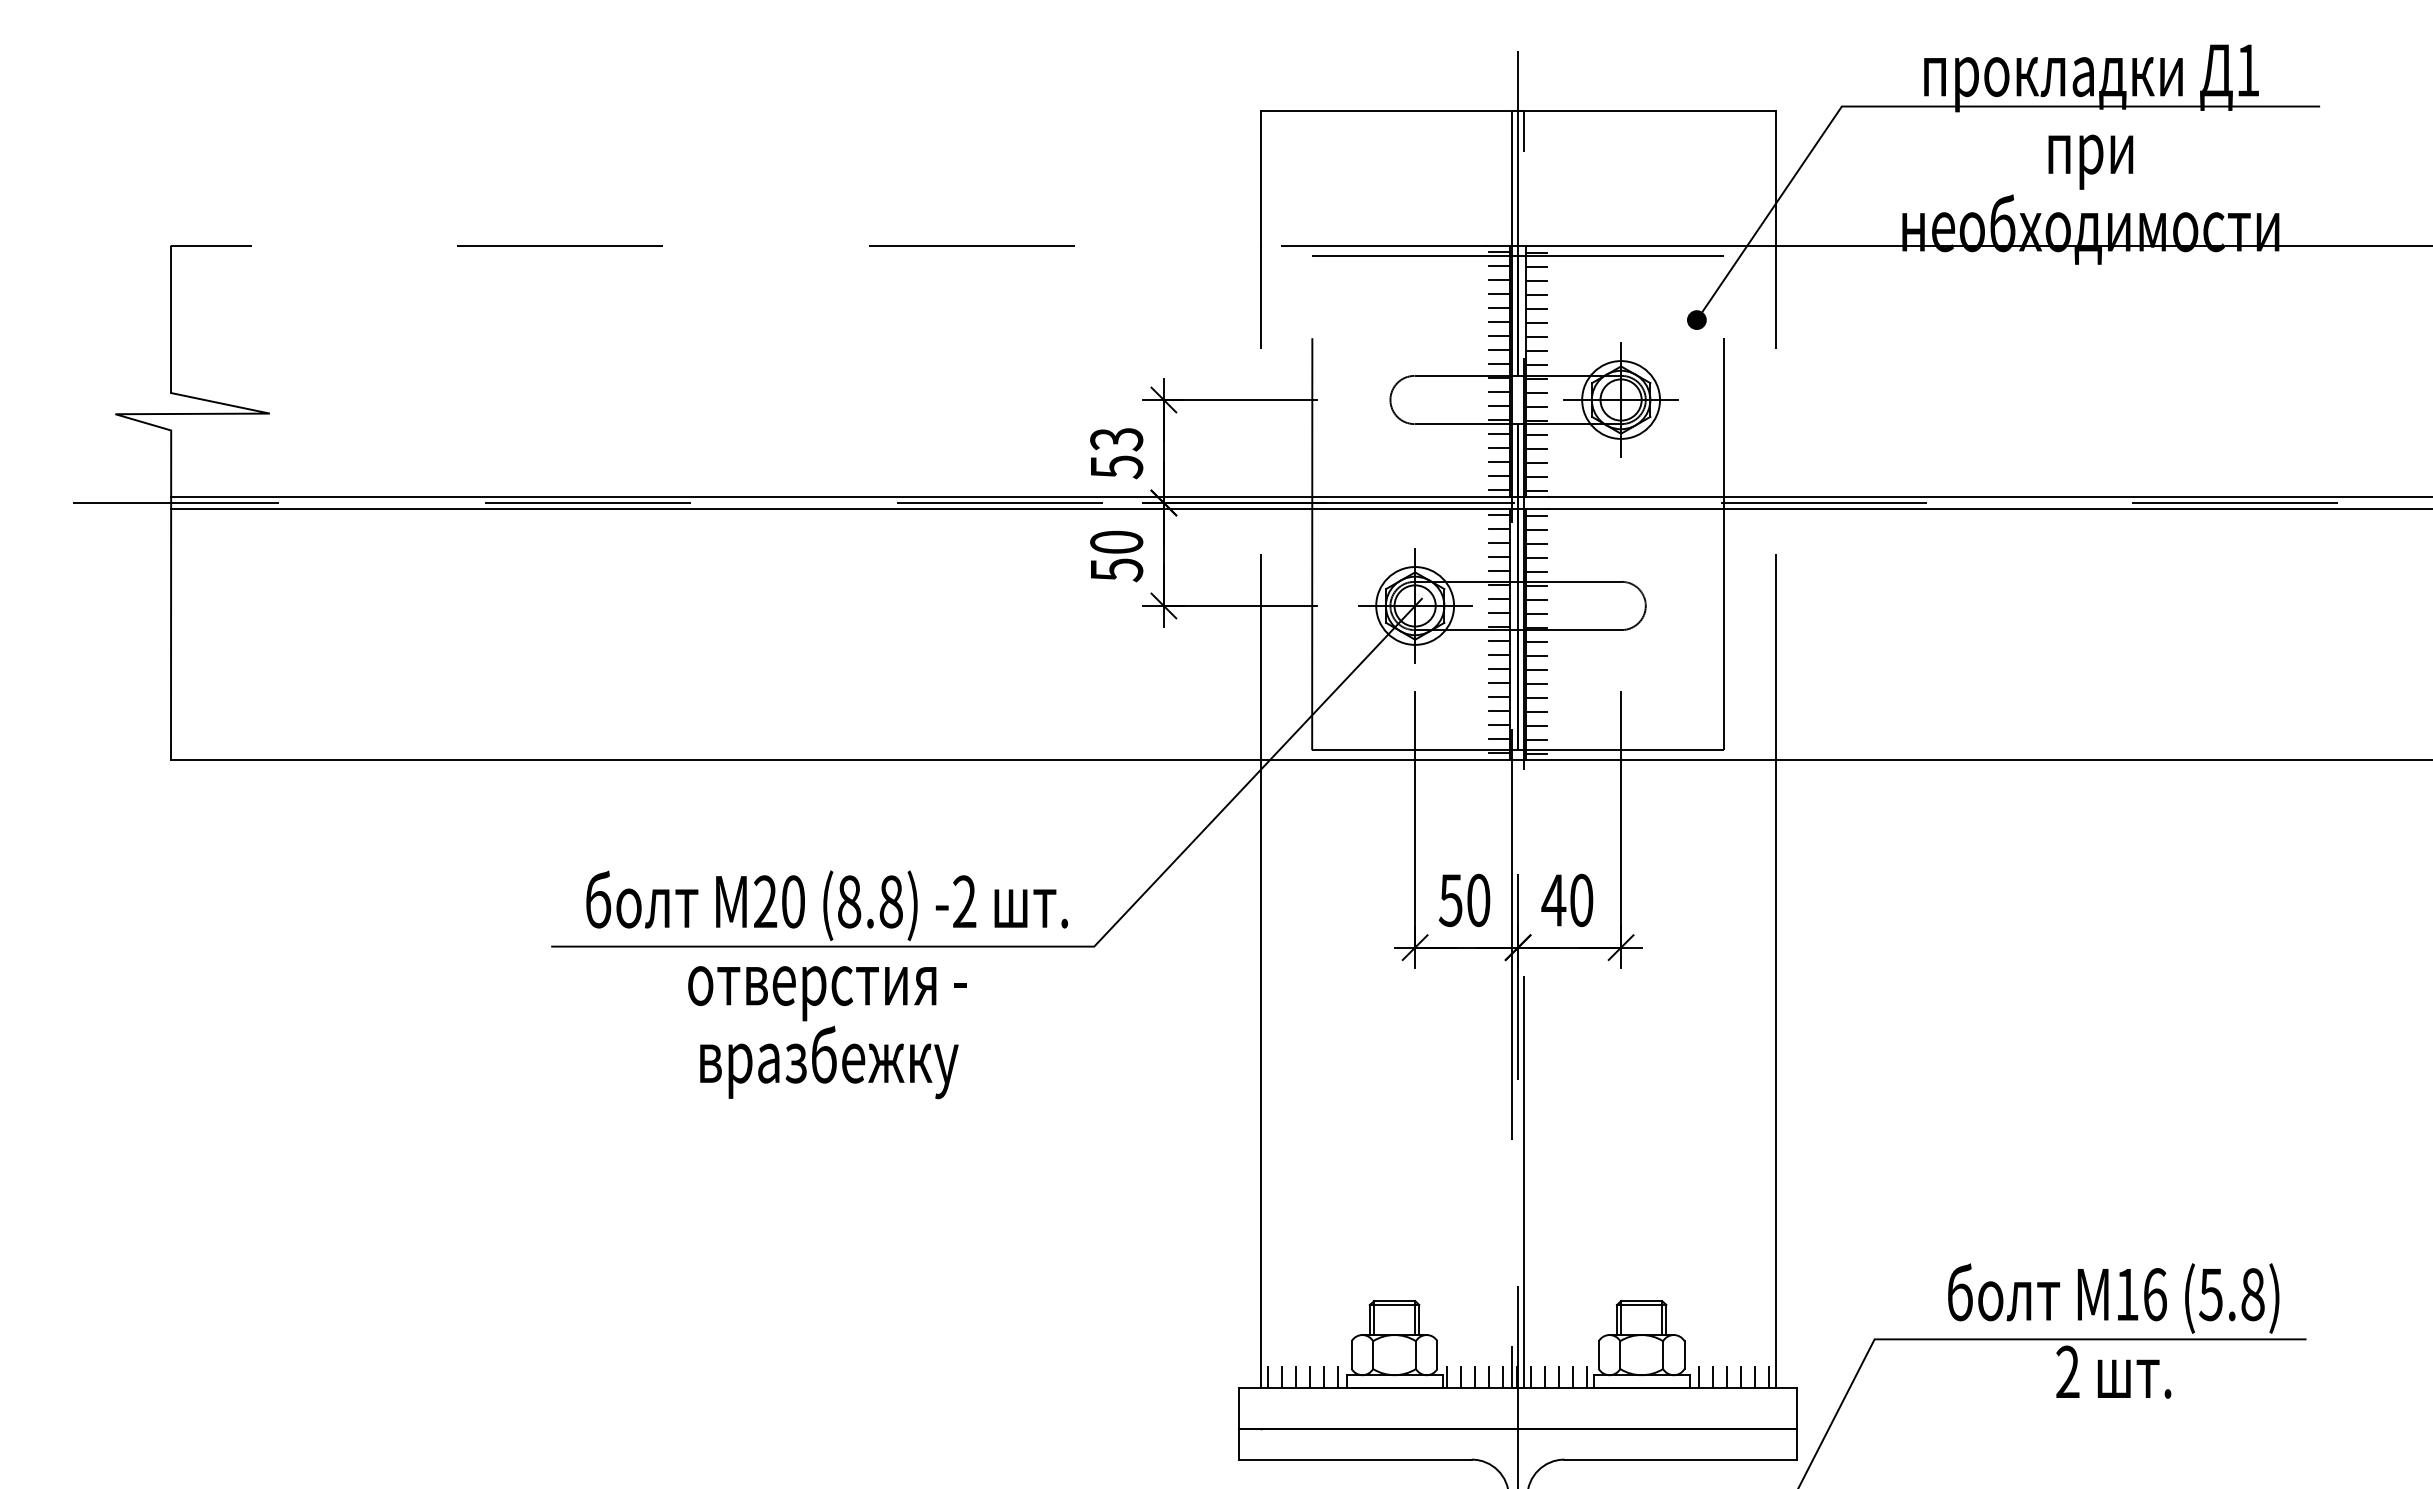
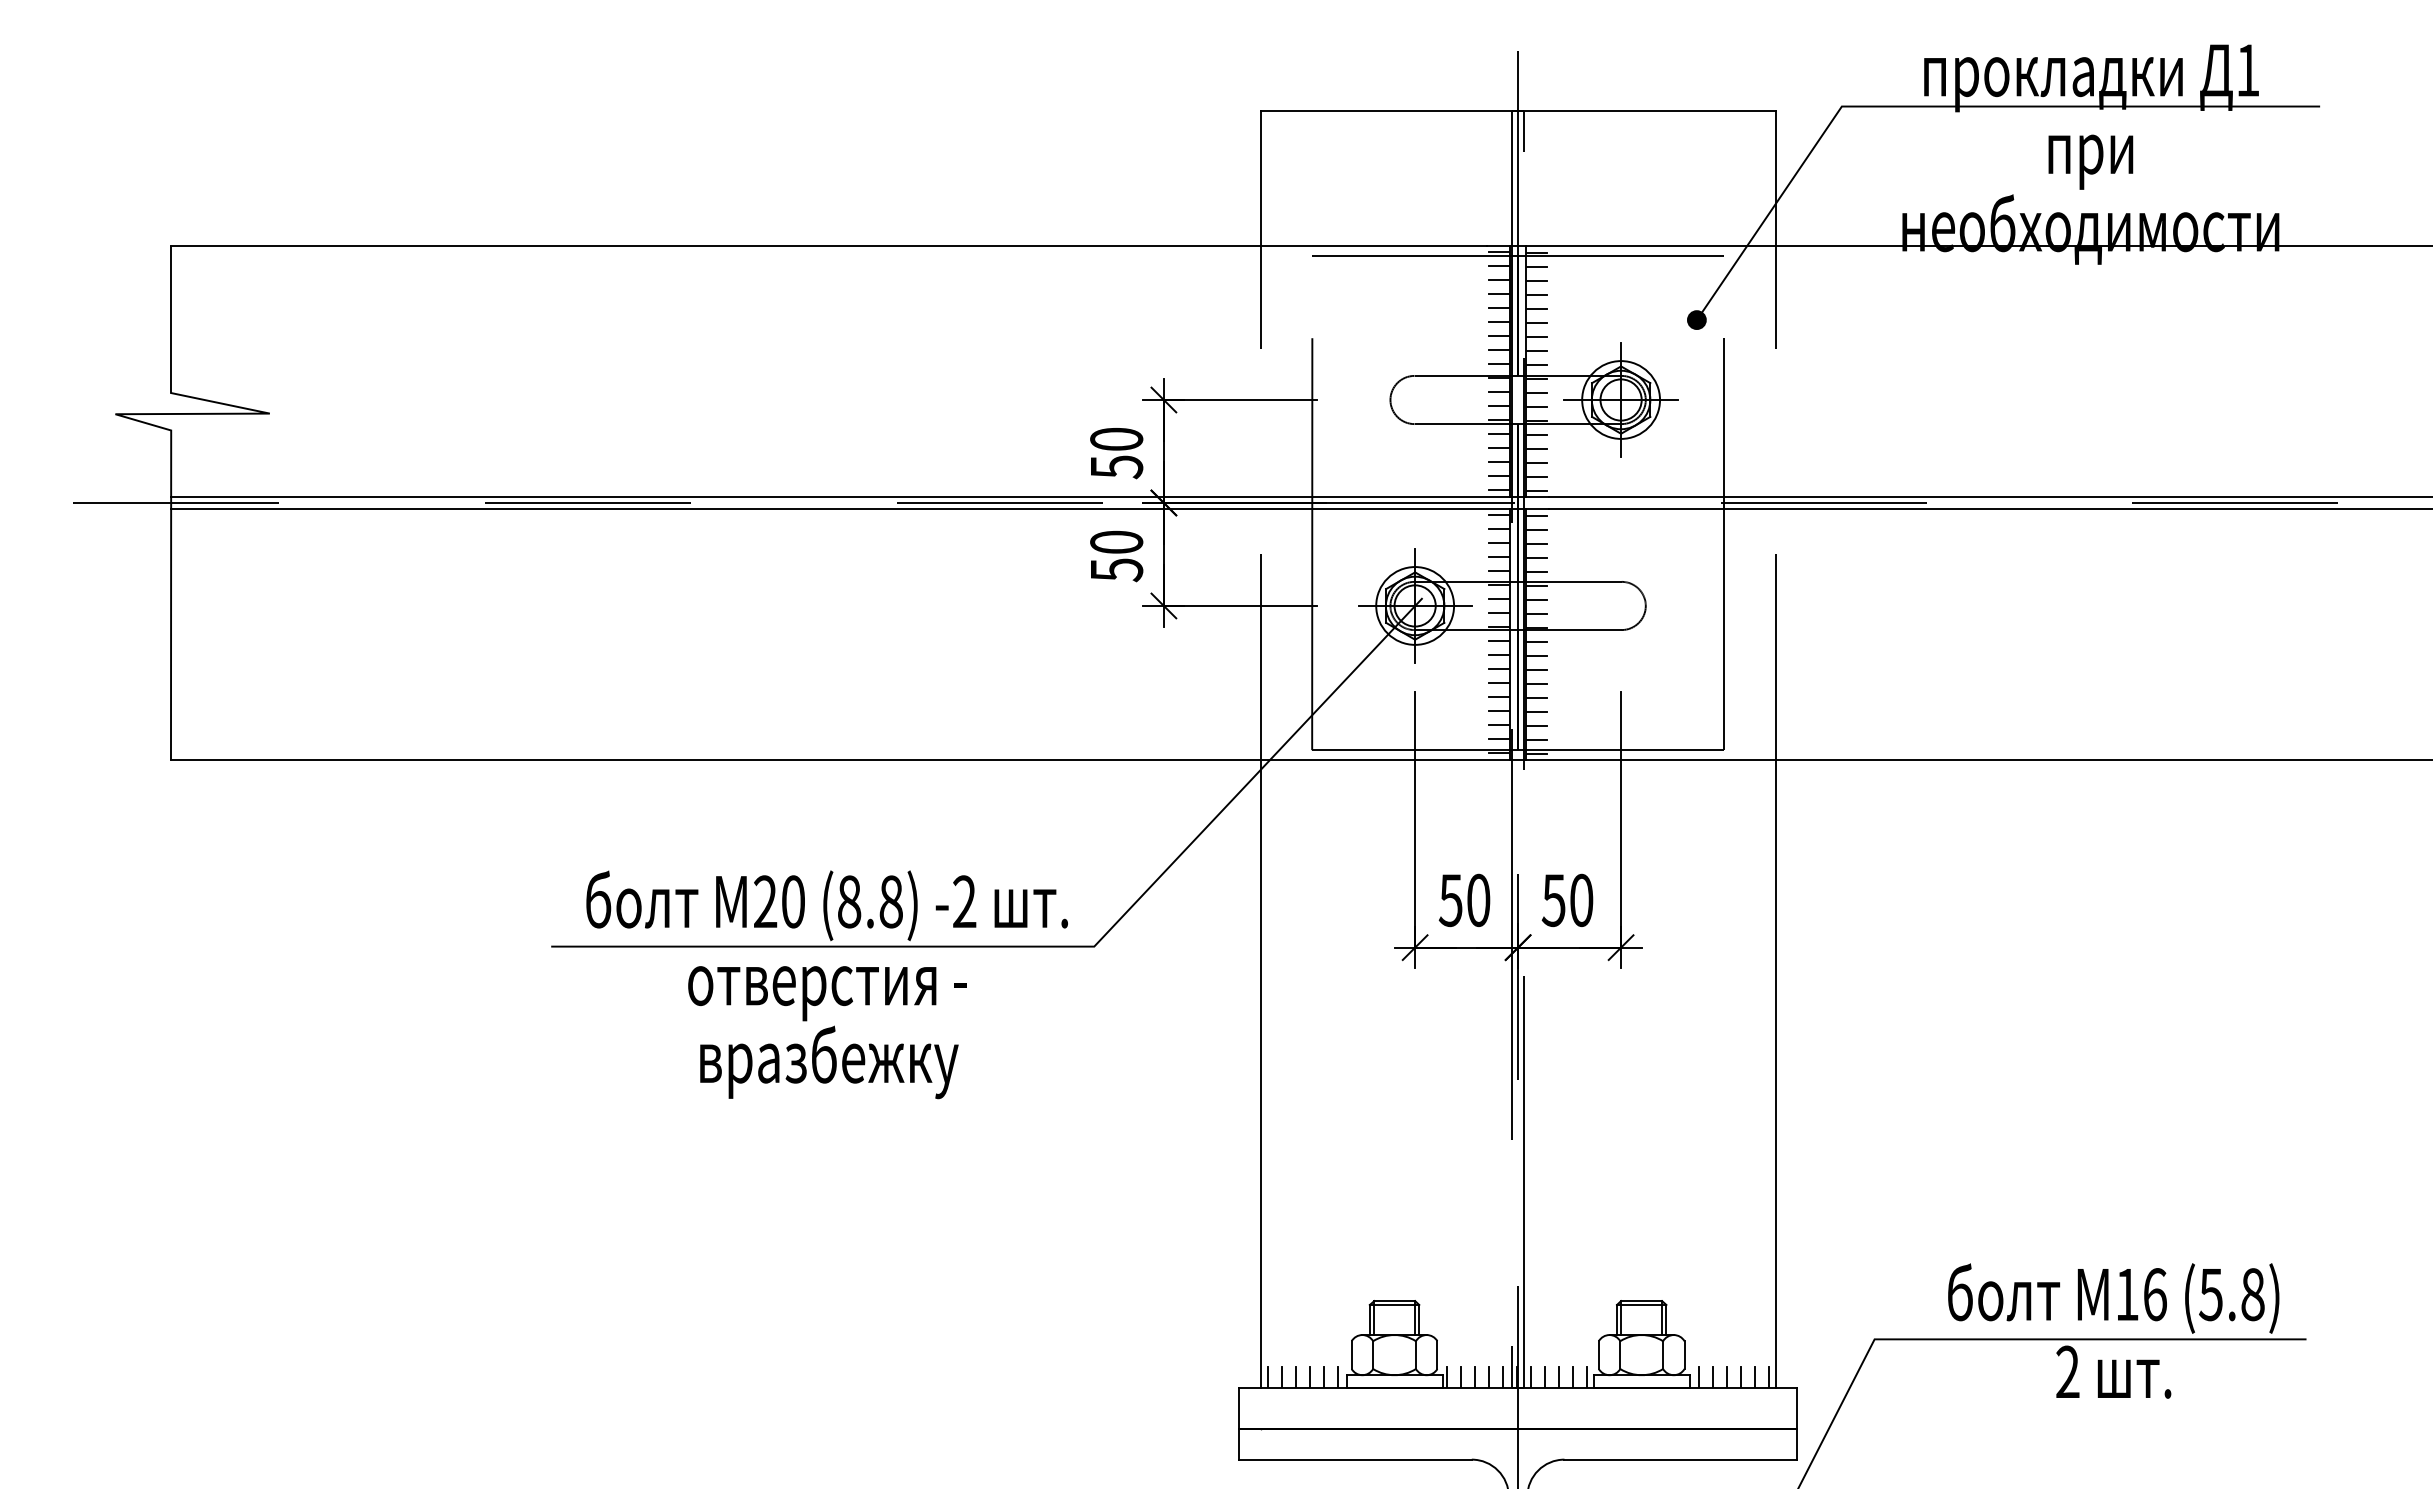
line at (828, 245): dashed -> solid
text at (1116, 439): 53 -> 50
text at (1553, 900): 40 -> 50
